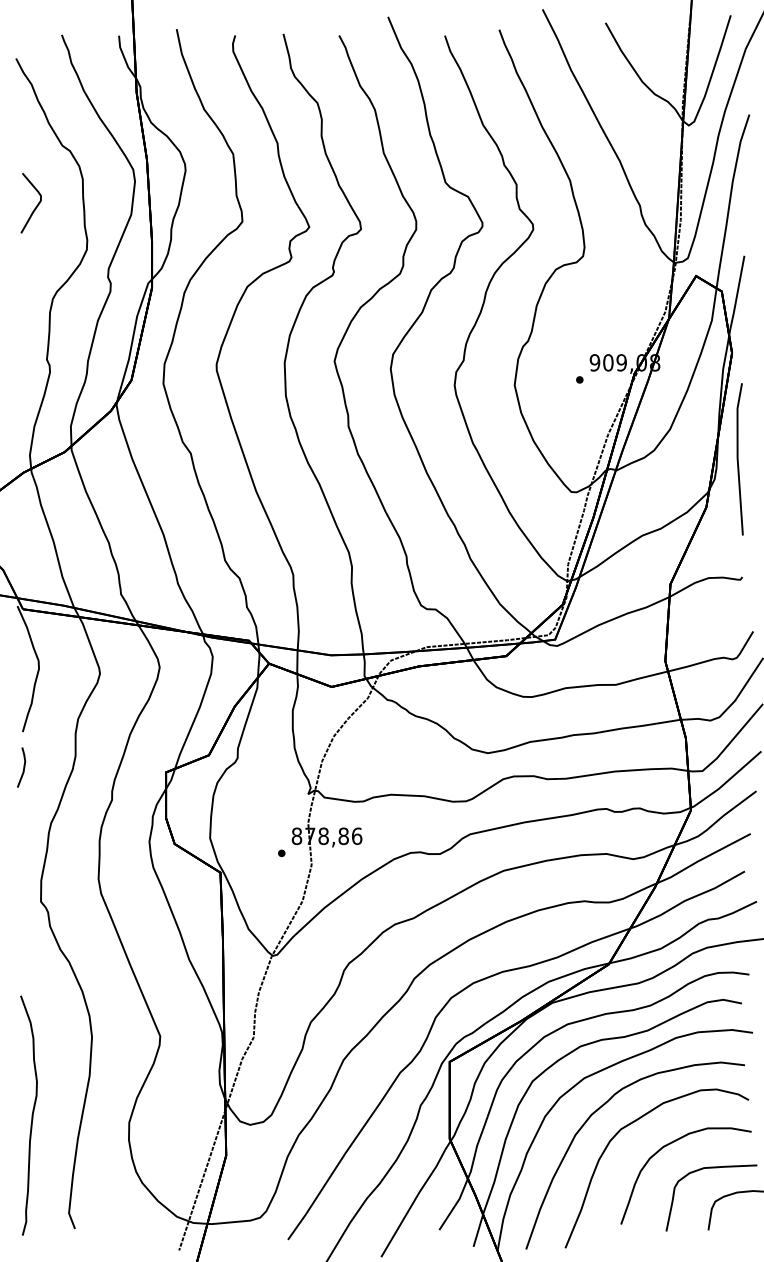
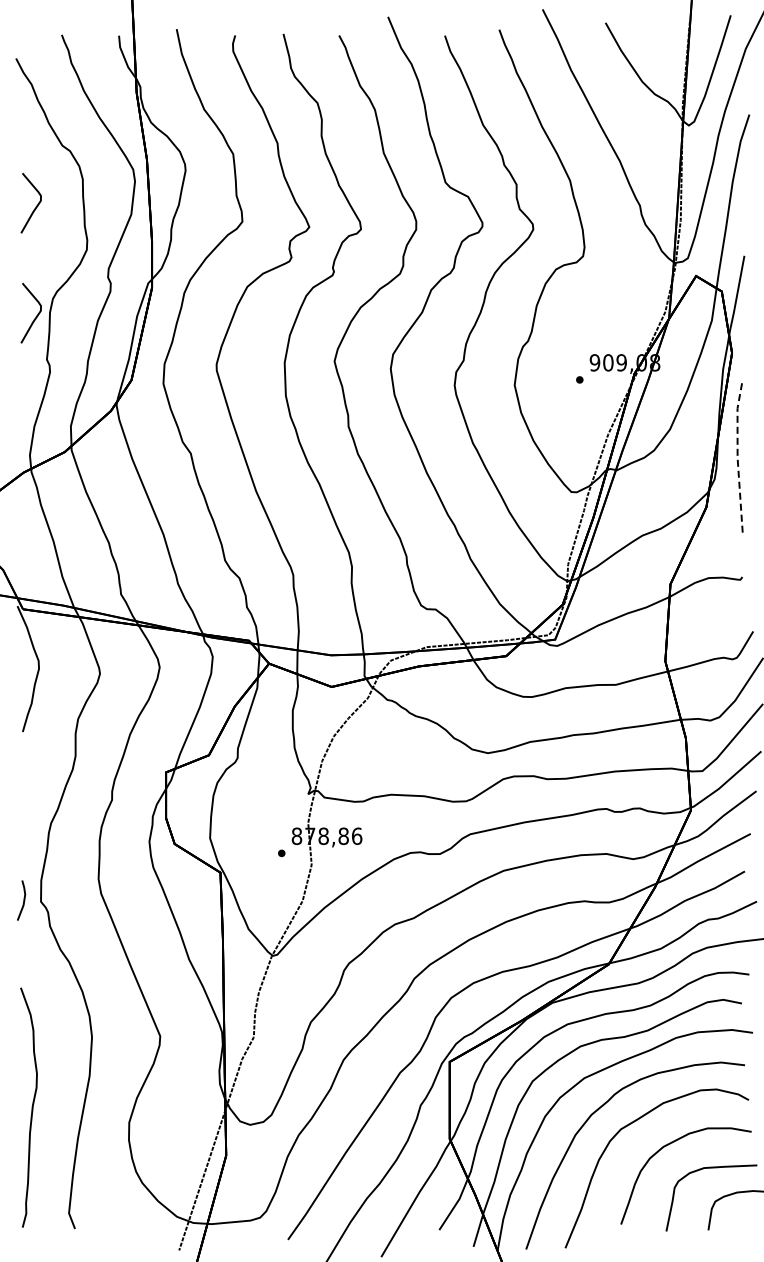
curve at (35, 316): none -> present
line at (737, 457): solid -> dashed
line at (23, 767) position: (23, 767) -> (23, 900)
curve at (31, 1115) position: (31, 1115) -> (31, 1107)
